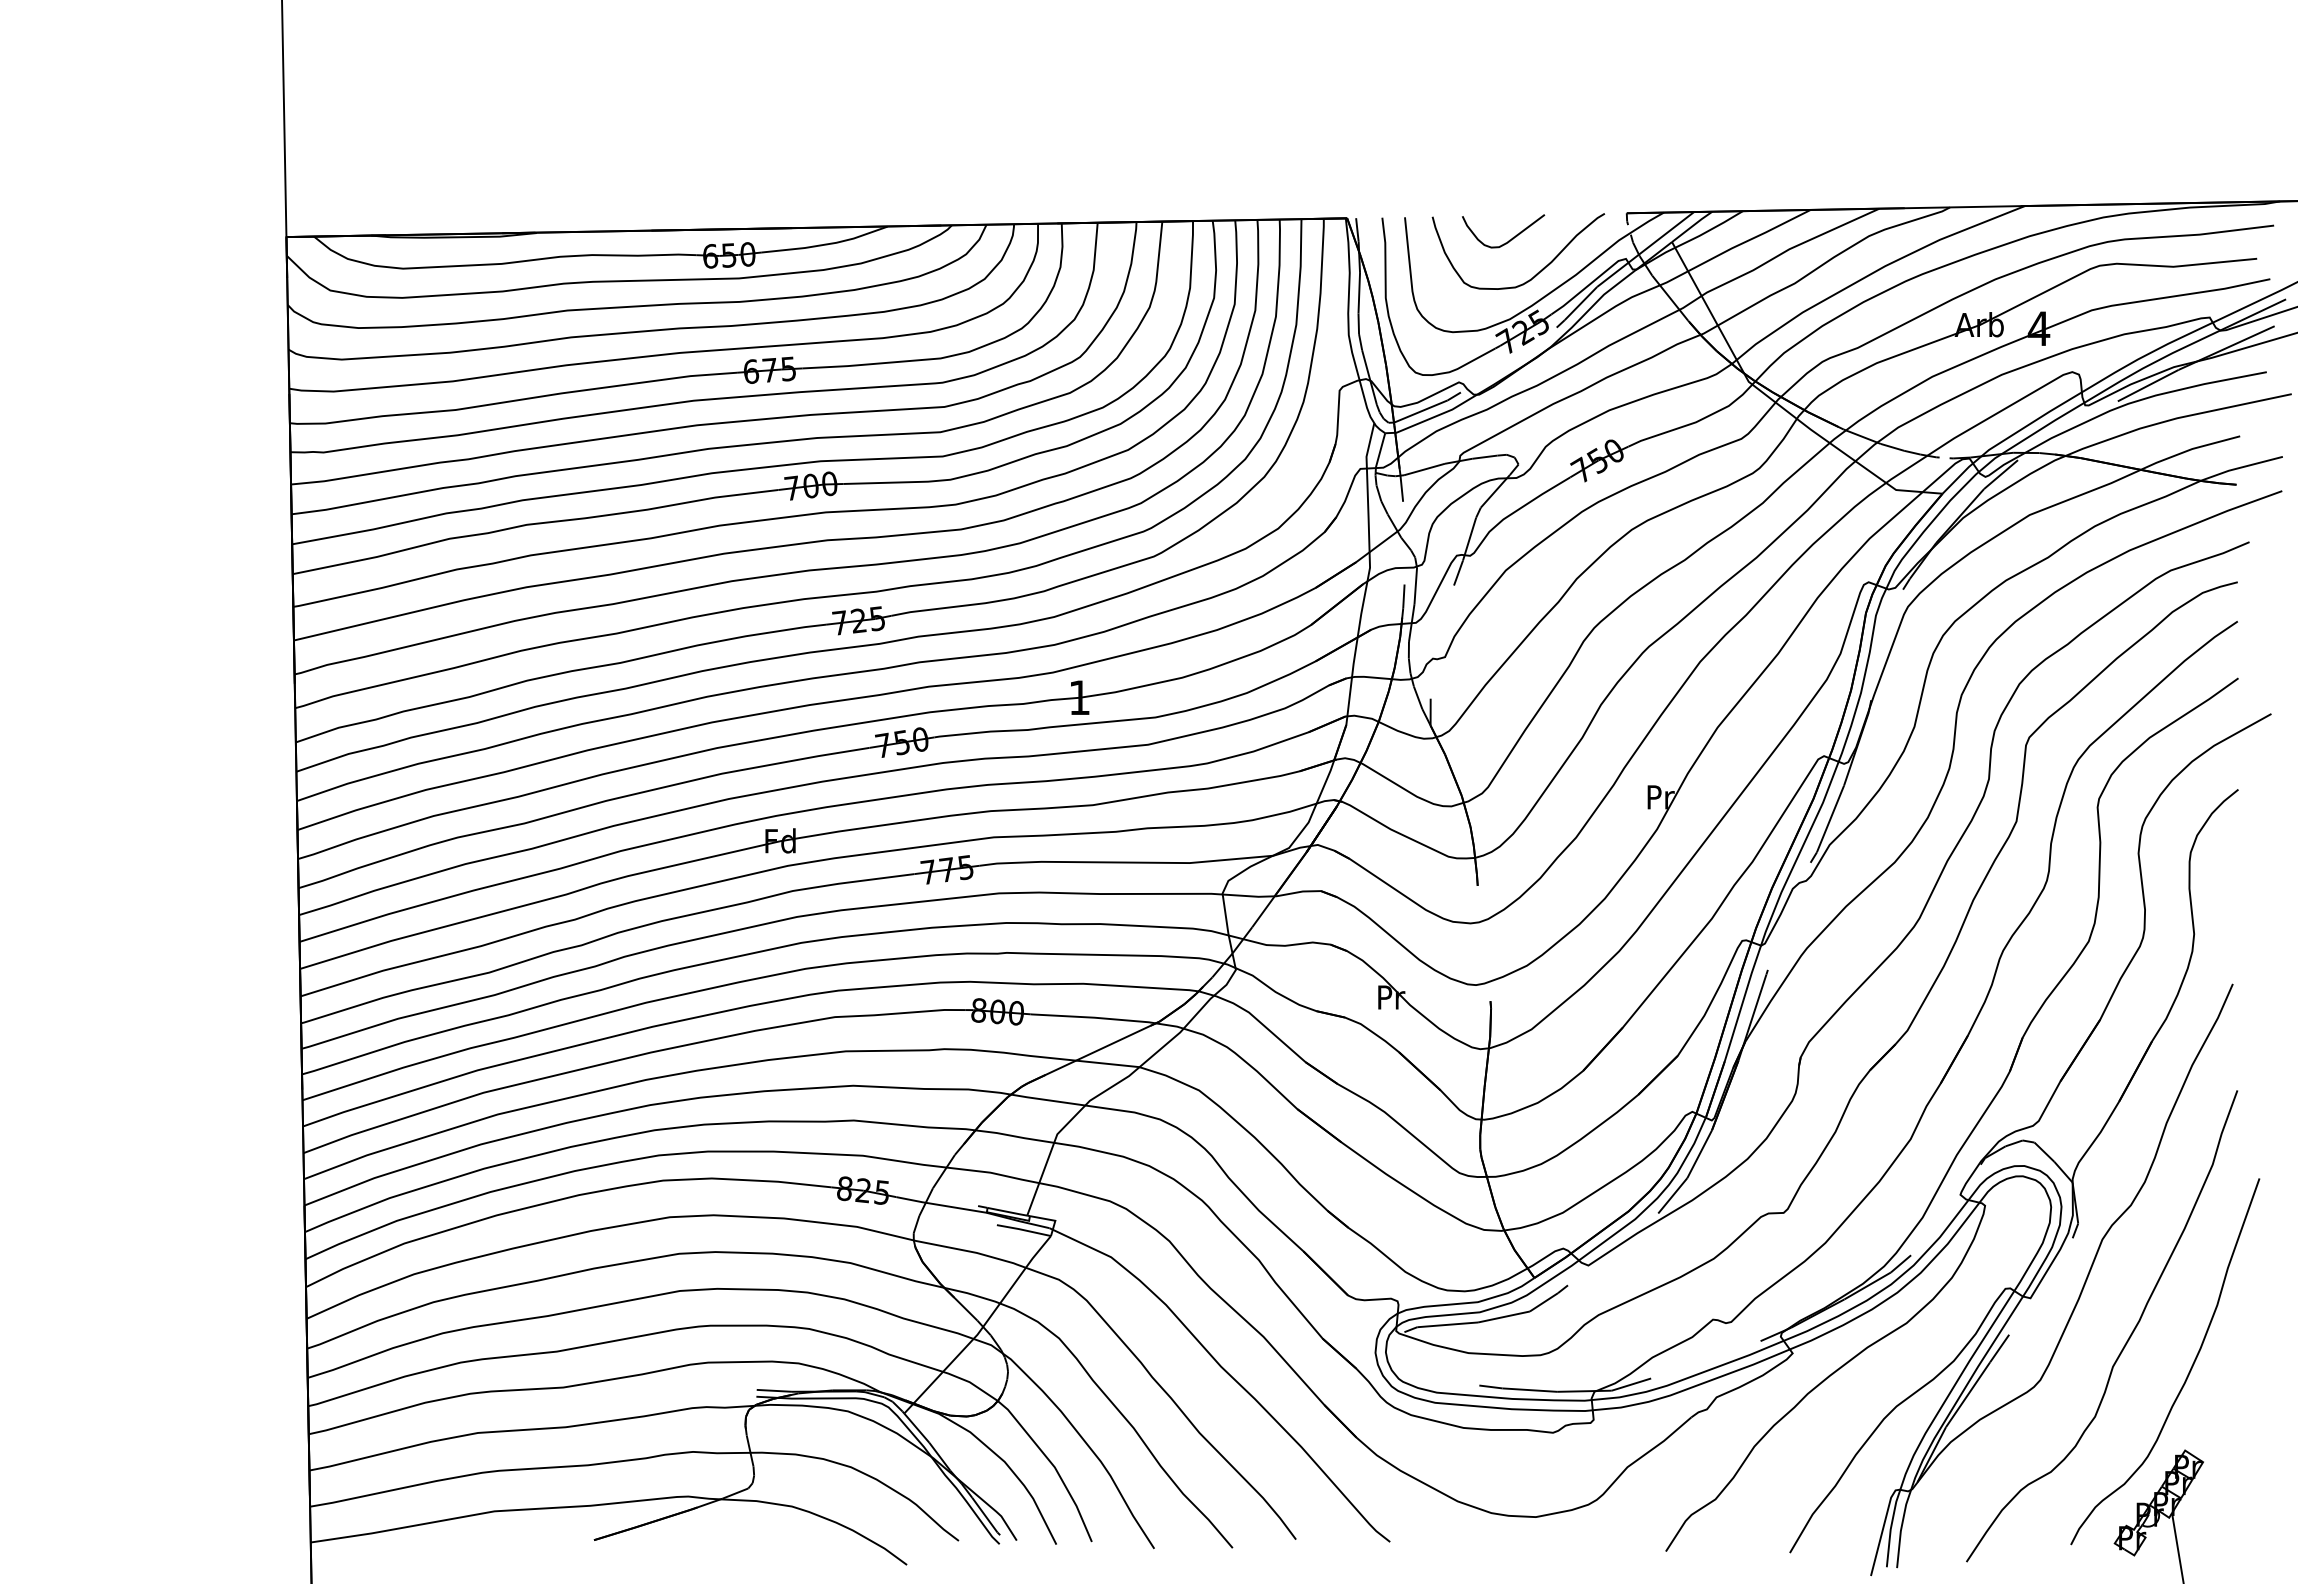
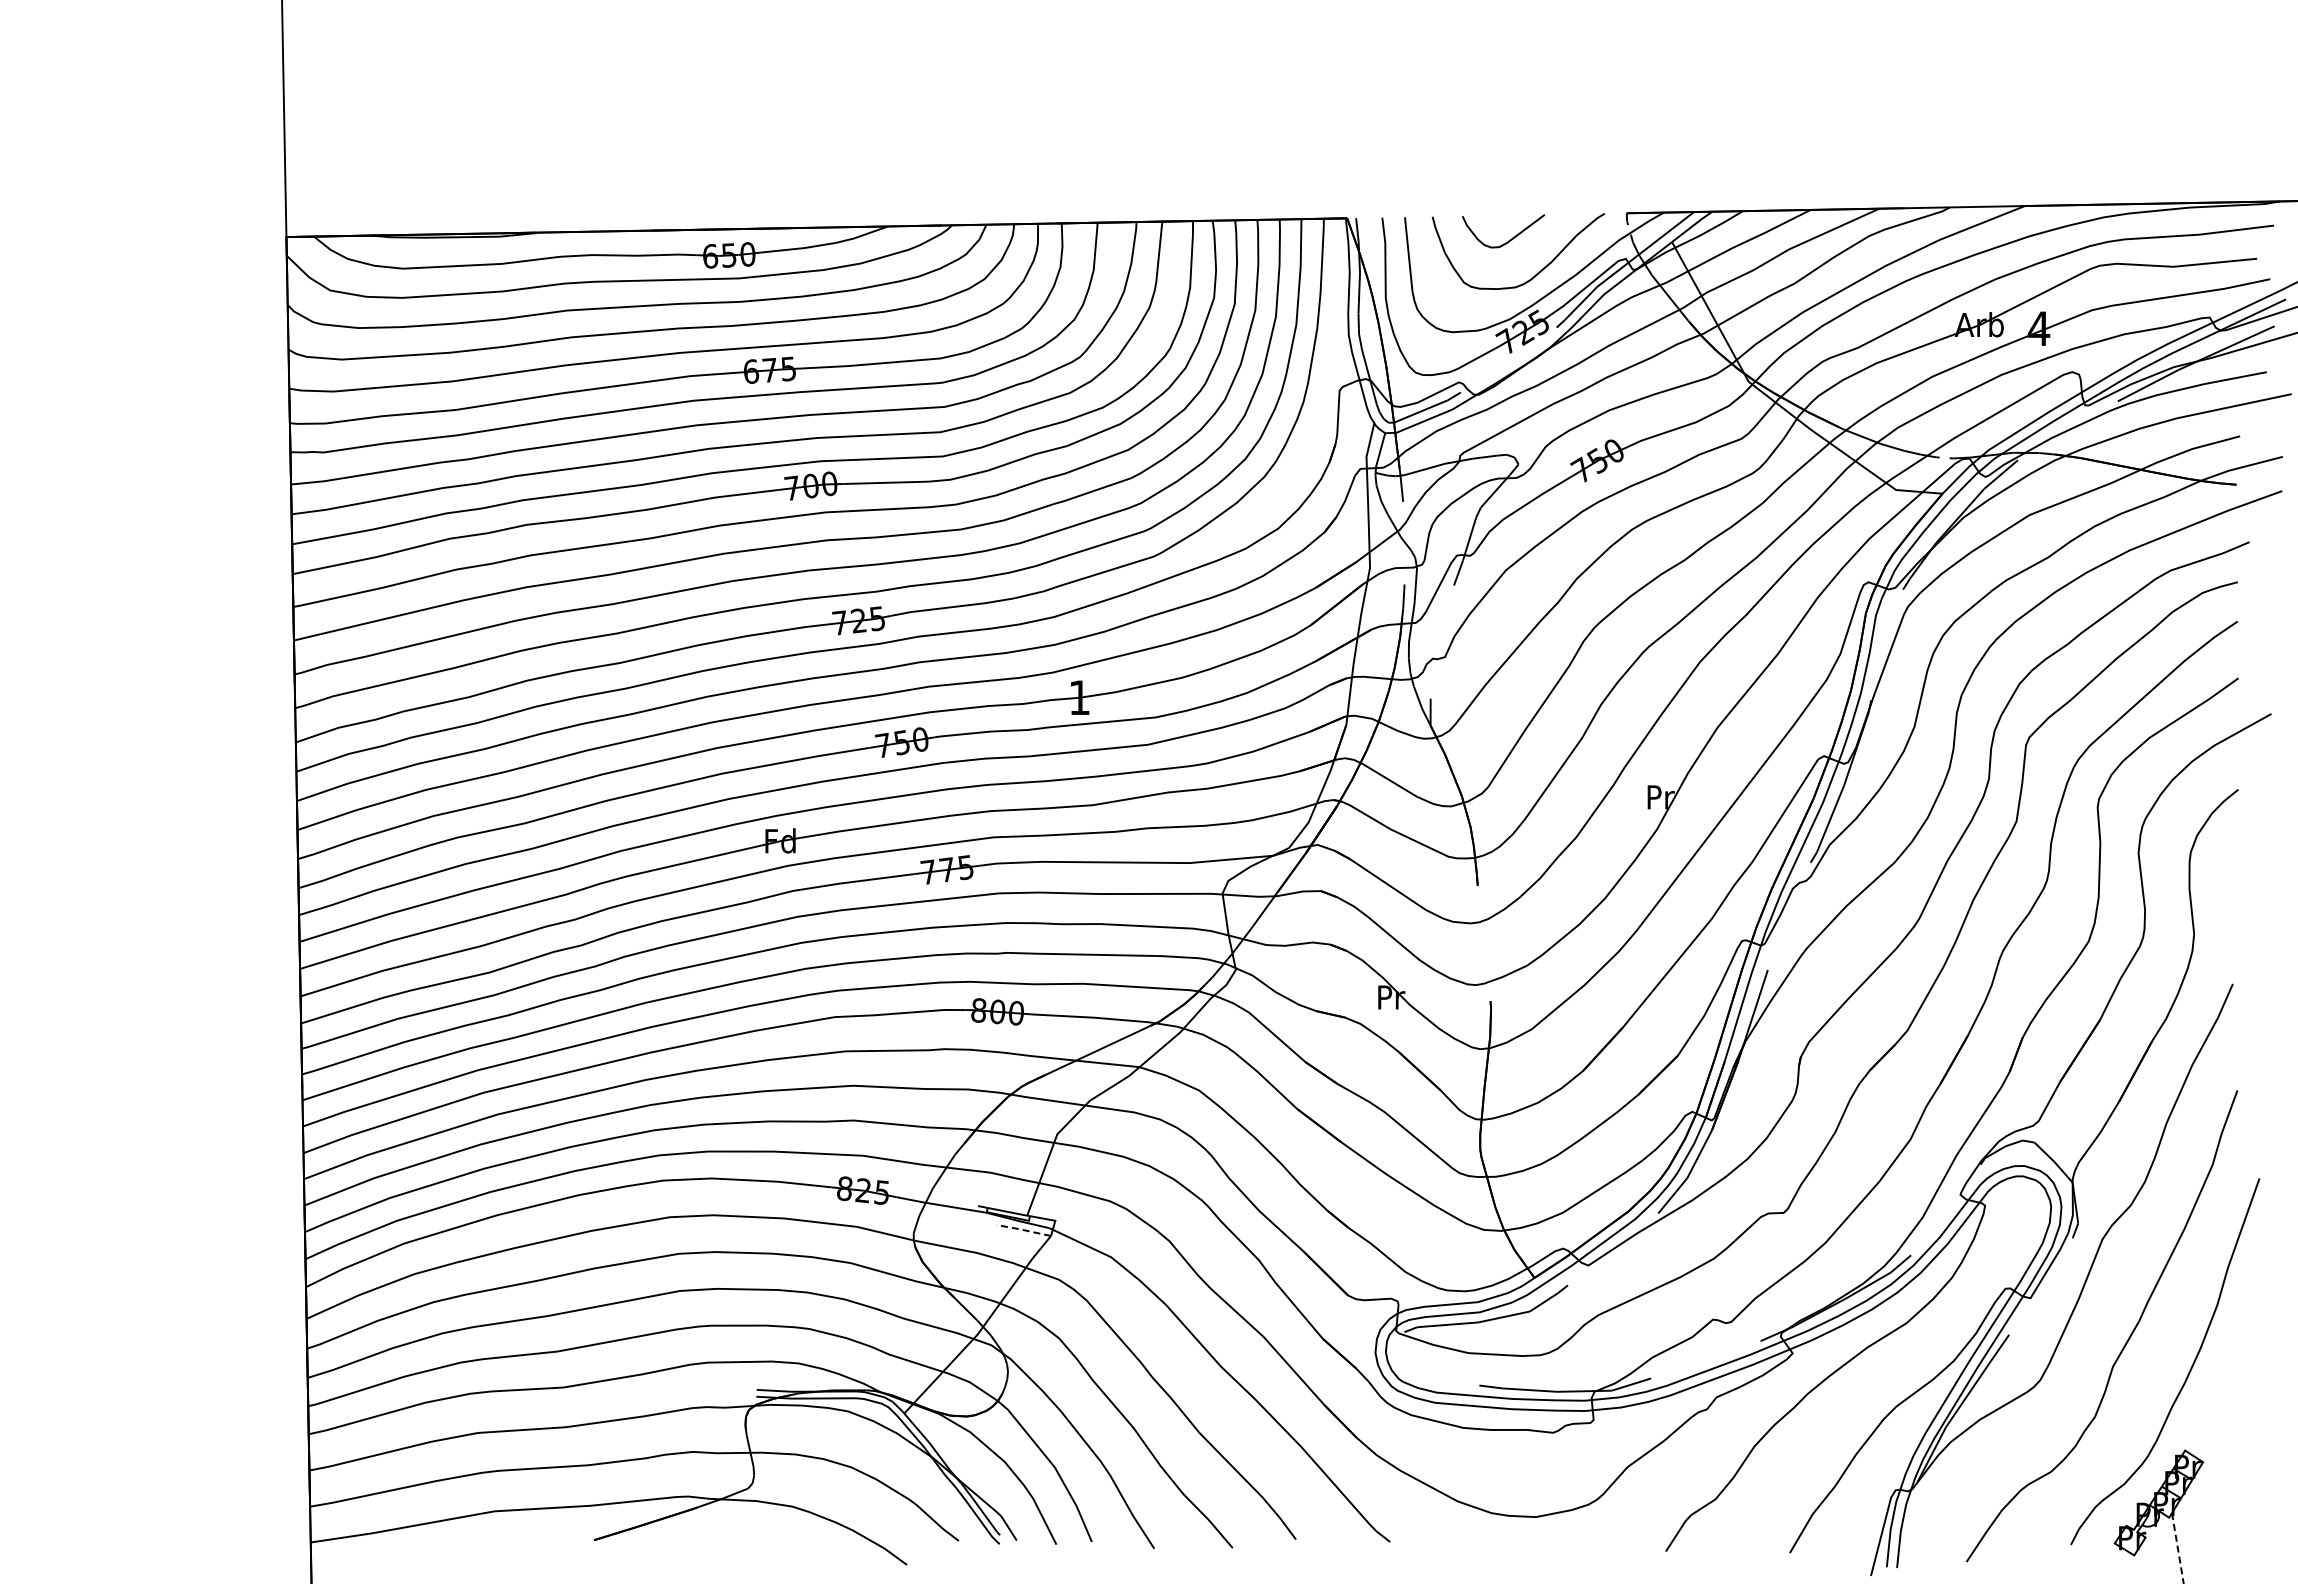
line at (1022, 1229): solid -> dashed
line at (2177, 1548): solid -> dashed
